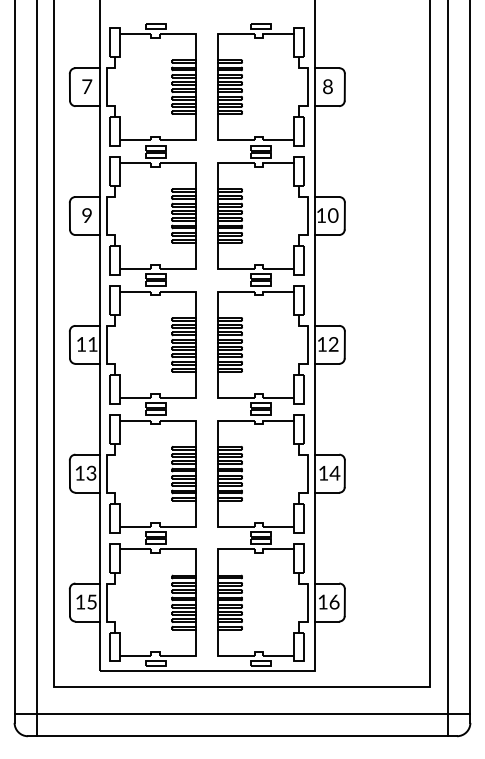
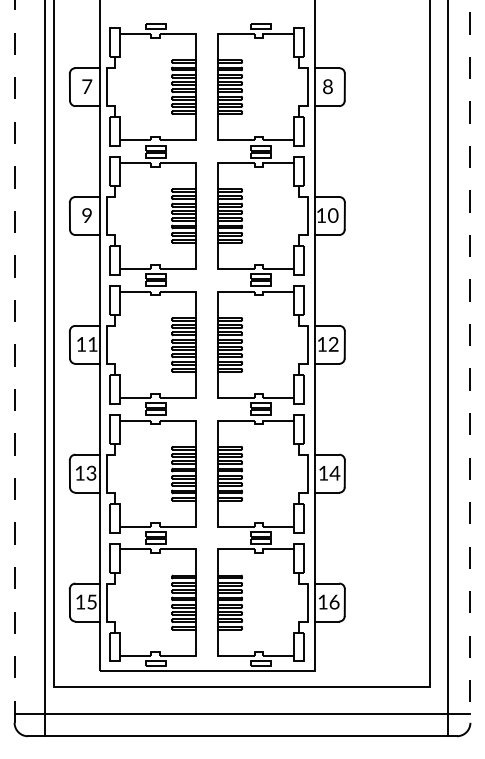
line at (14, 361): solid -> dashed
line at (470, 362): solid -> dashed
line at (37, 369) position: (37, 369) -> (45, 369)
